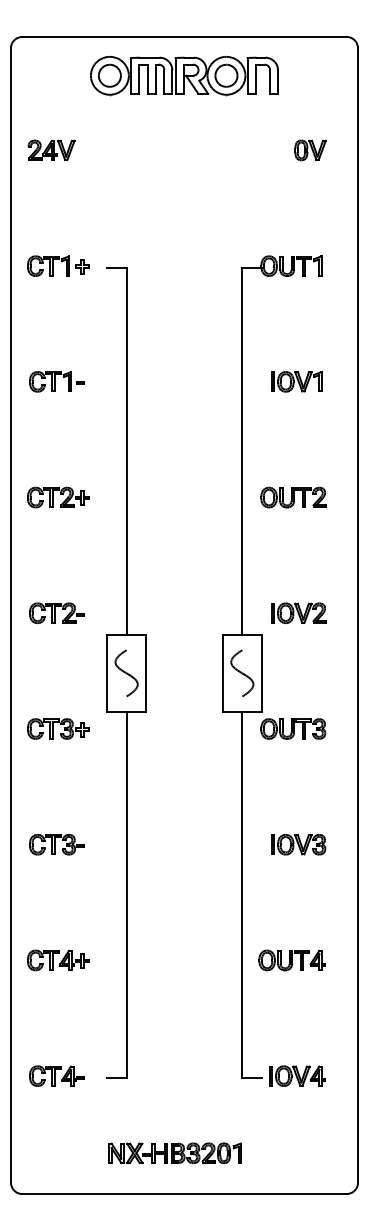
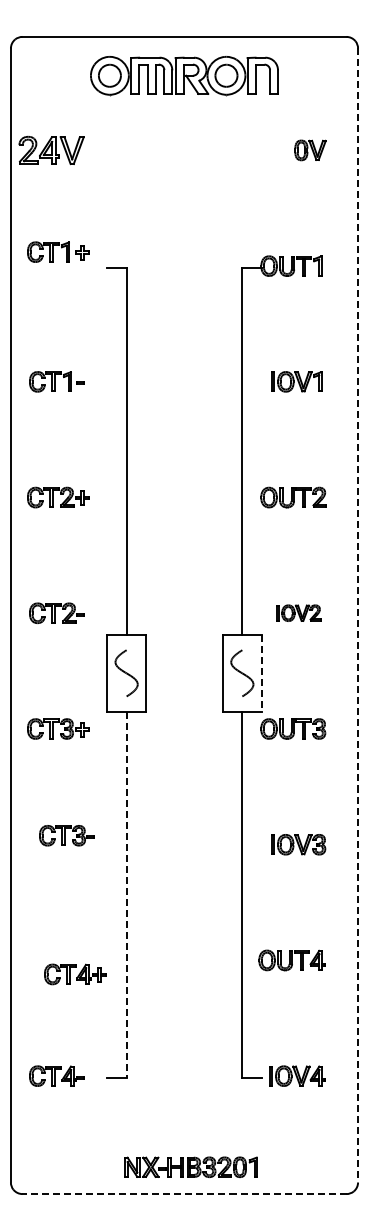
part at (51, 149) size: 49x22 px -> 67x31 px
part at (58, 265) position: (58, 265) -> (58, 251)
part at (298, 612) size: 56x22 px -> 46x18 px
line at (358, 615): solid -> dashed
line at (261, 673): solid -> dashed
part at (56, 844) position: (56, 844) -> (66, 835)
line at (126, 895): solid -> dashed
part at (58, 960) position: (58, 960) -> (75, 974)
part at (174, 1152) position: (174, 1152) -> (190, 1166)
line at (184, 1194): solid -> dashed
